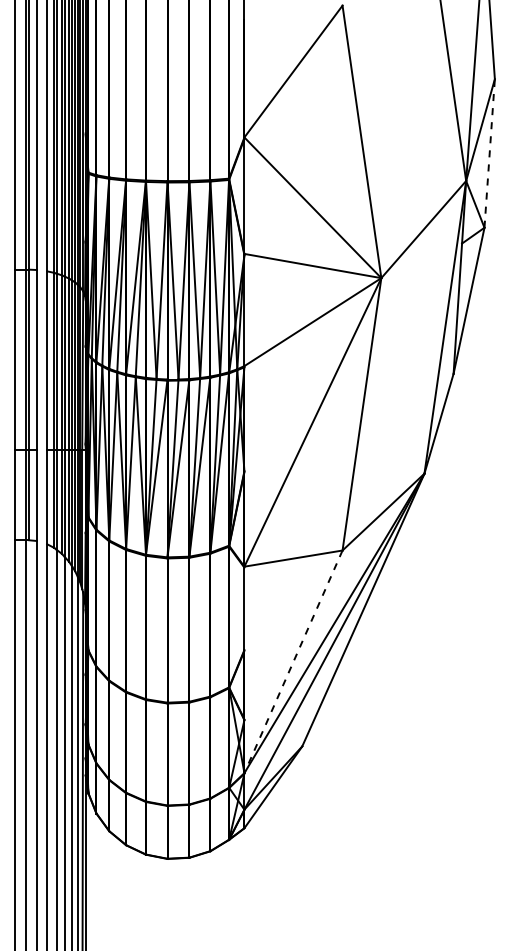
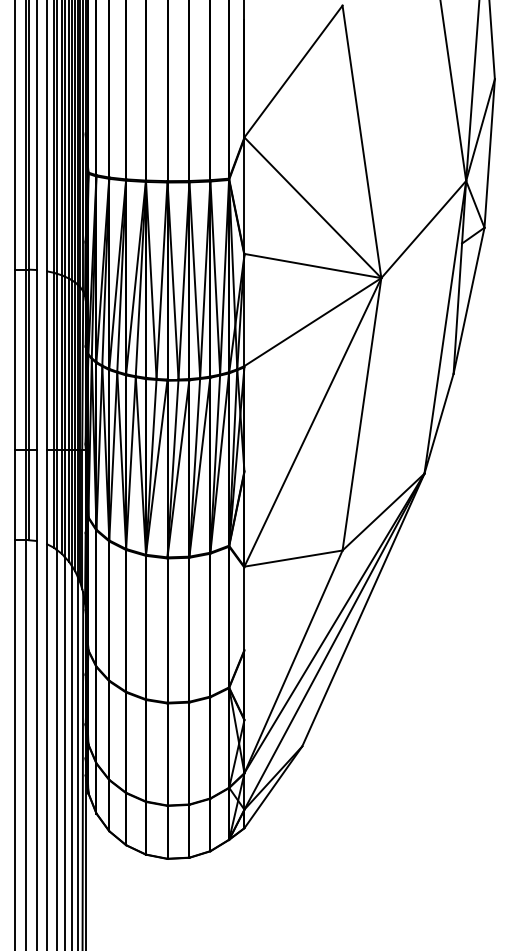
line at (489, 152): dashed -> solid
line at (293, 661): dashed -> solid
